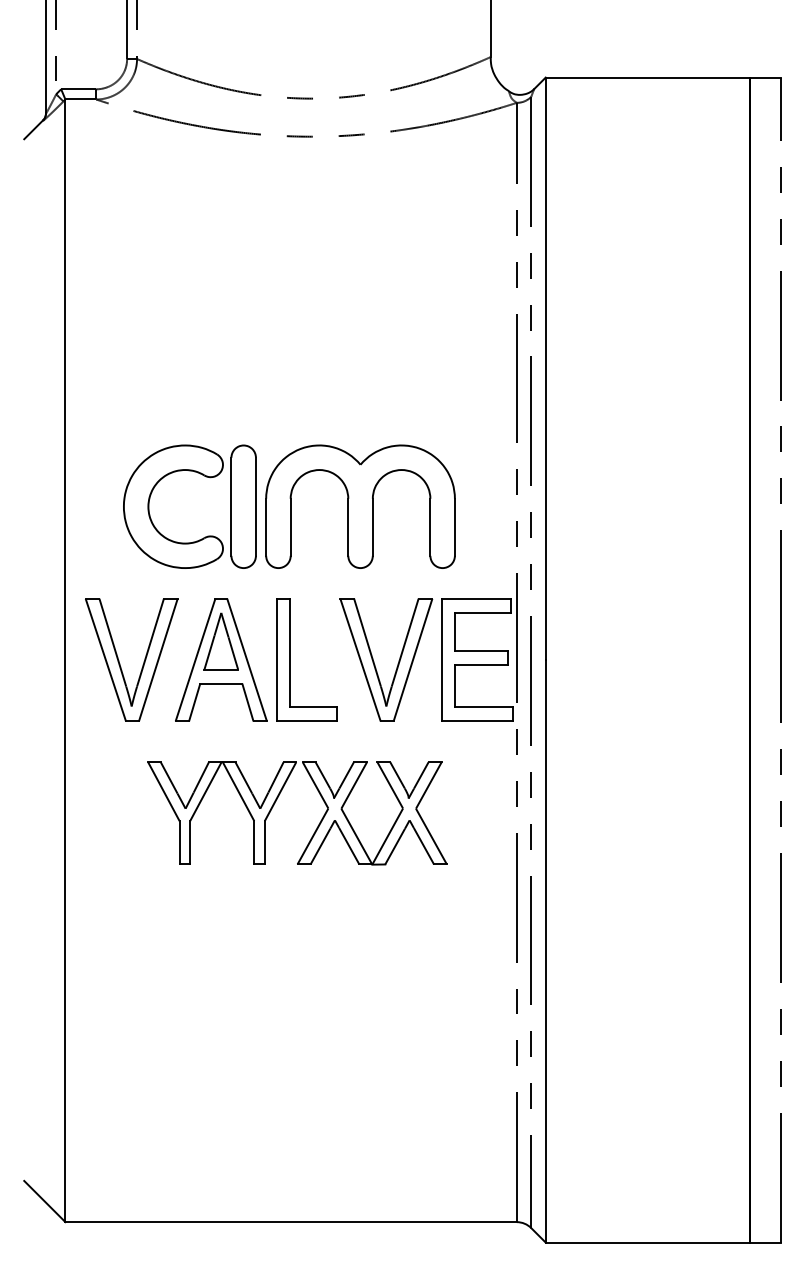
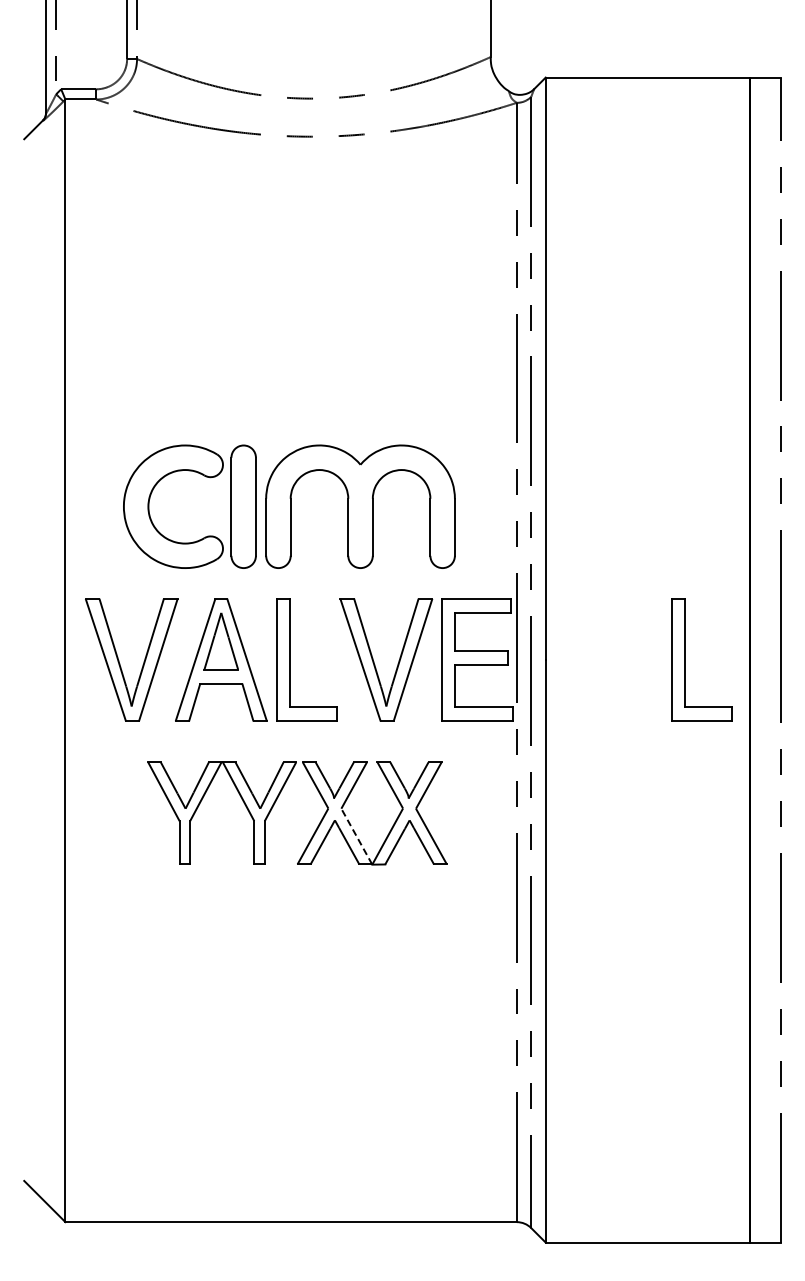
part at (685, 659): none -> present
line at (356, 835): solid -> dashed
